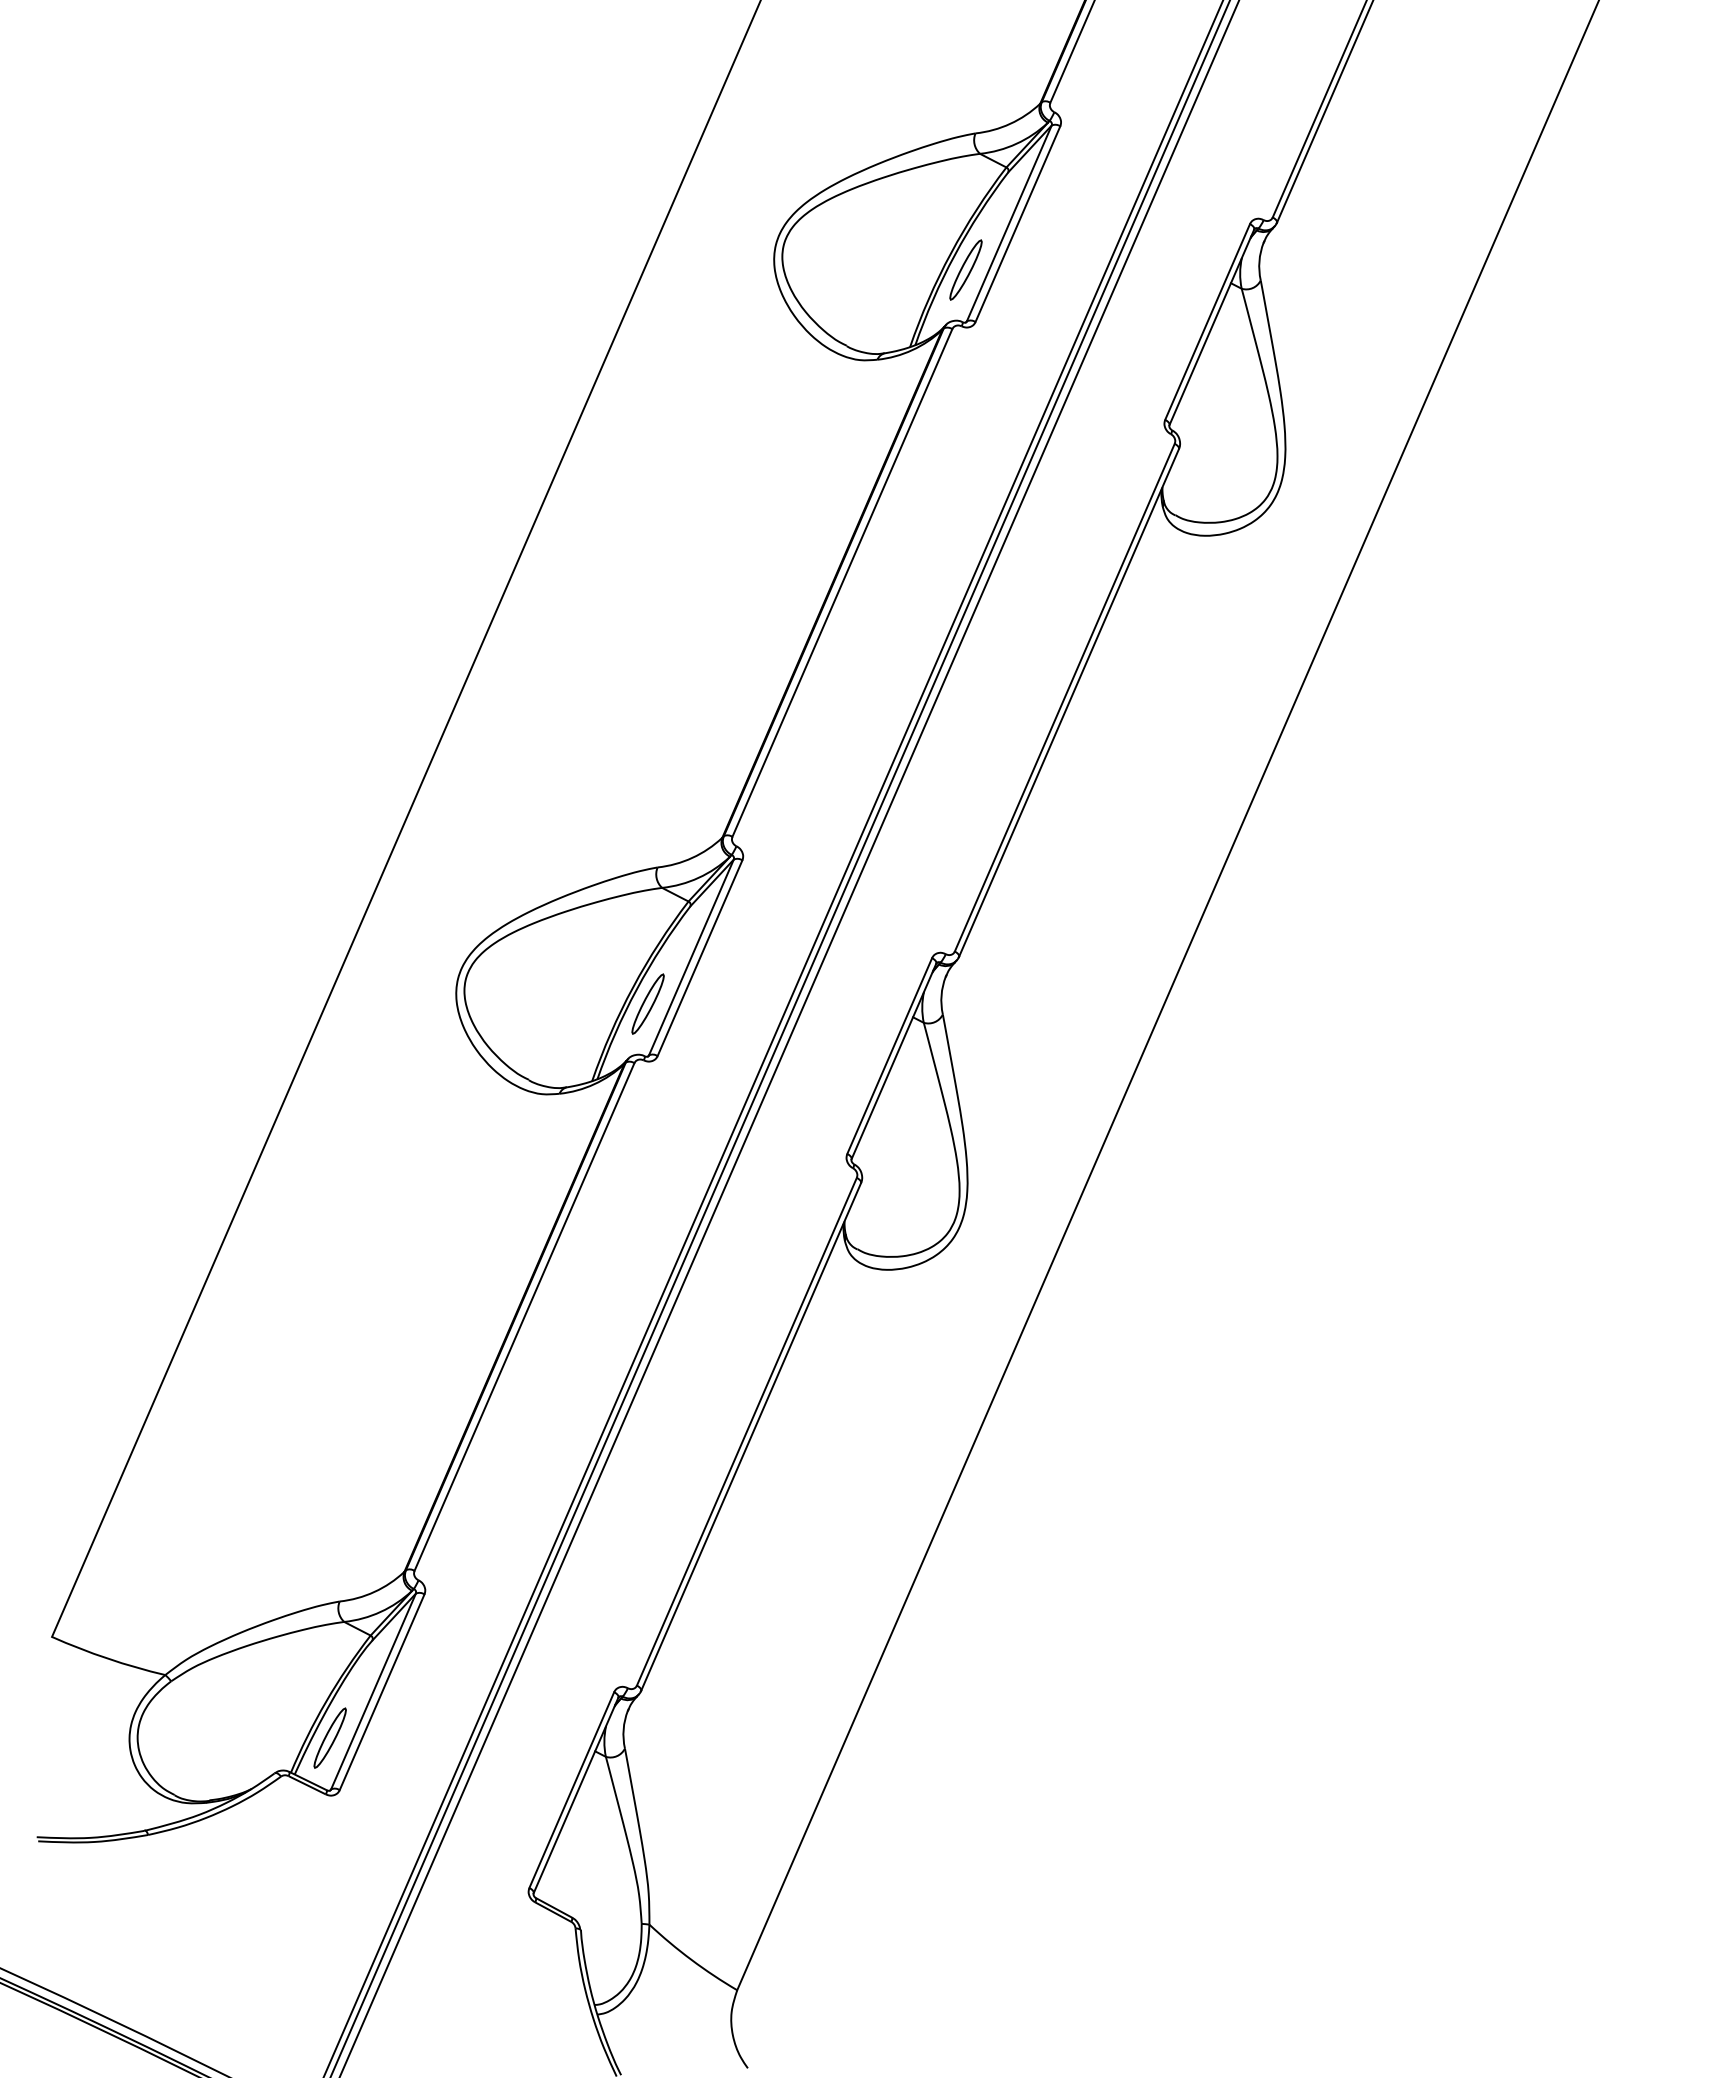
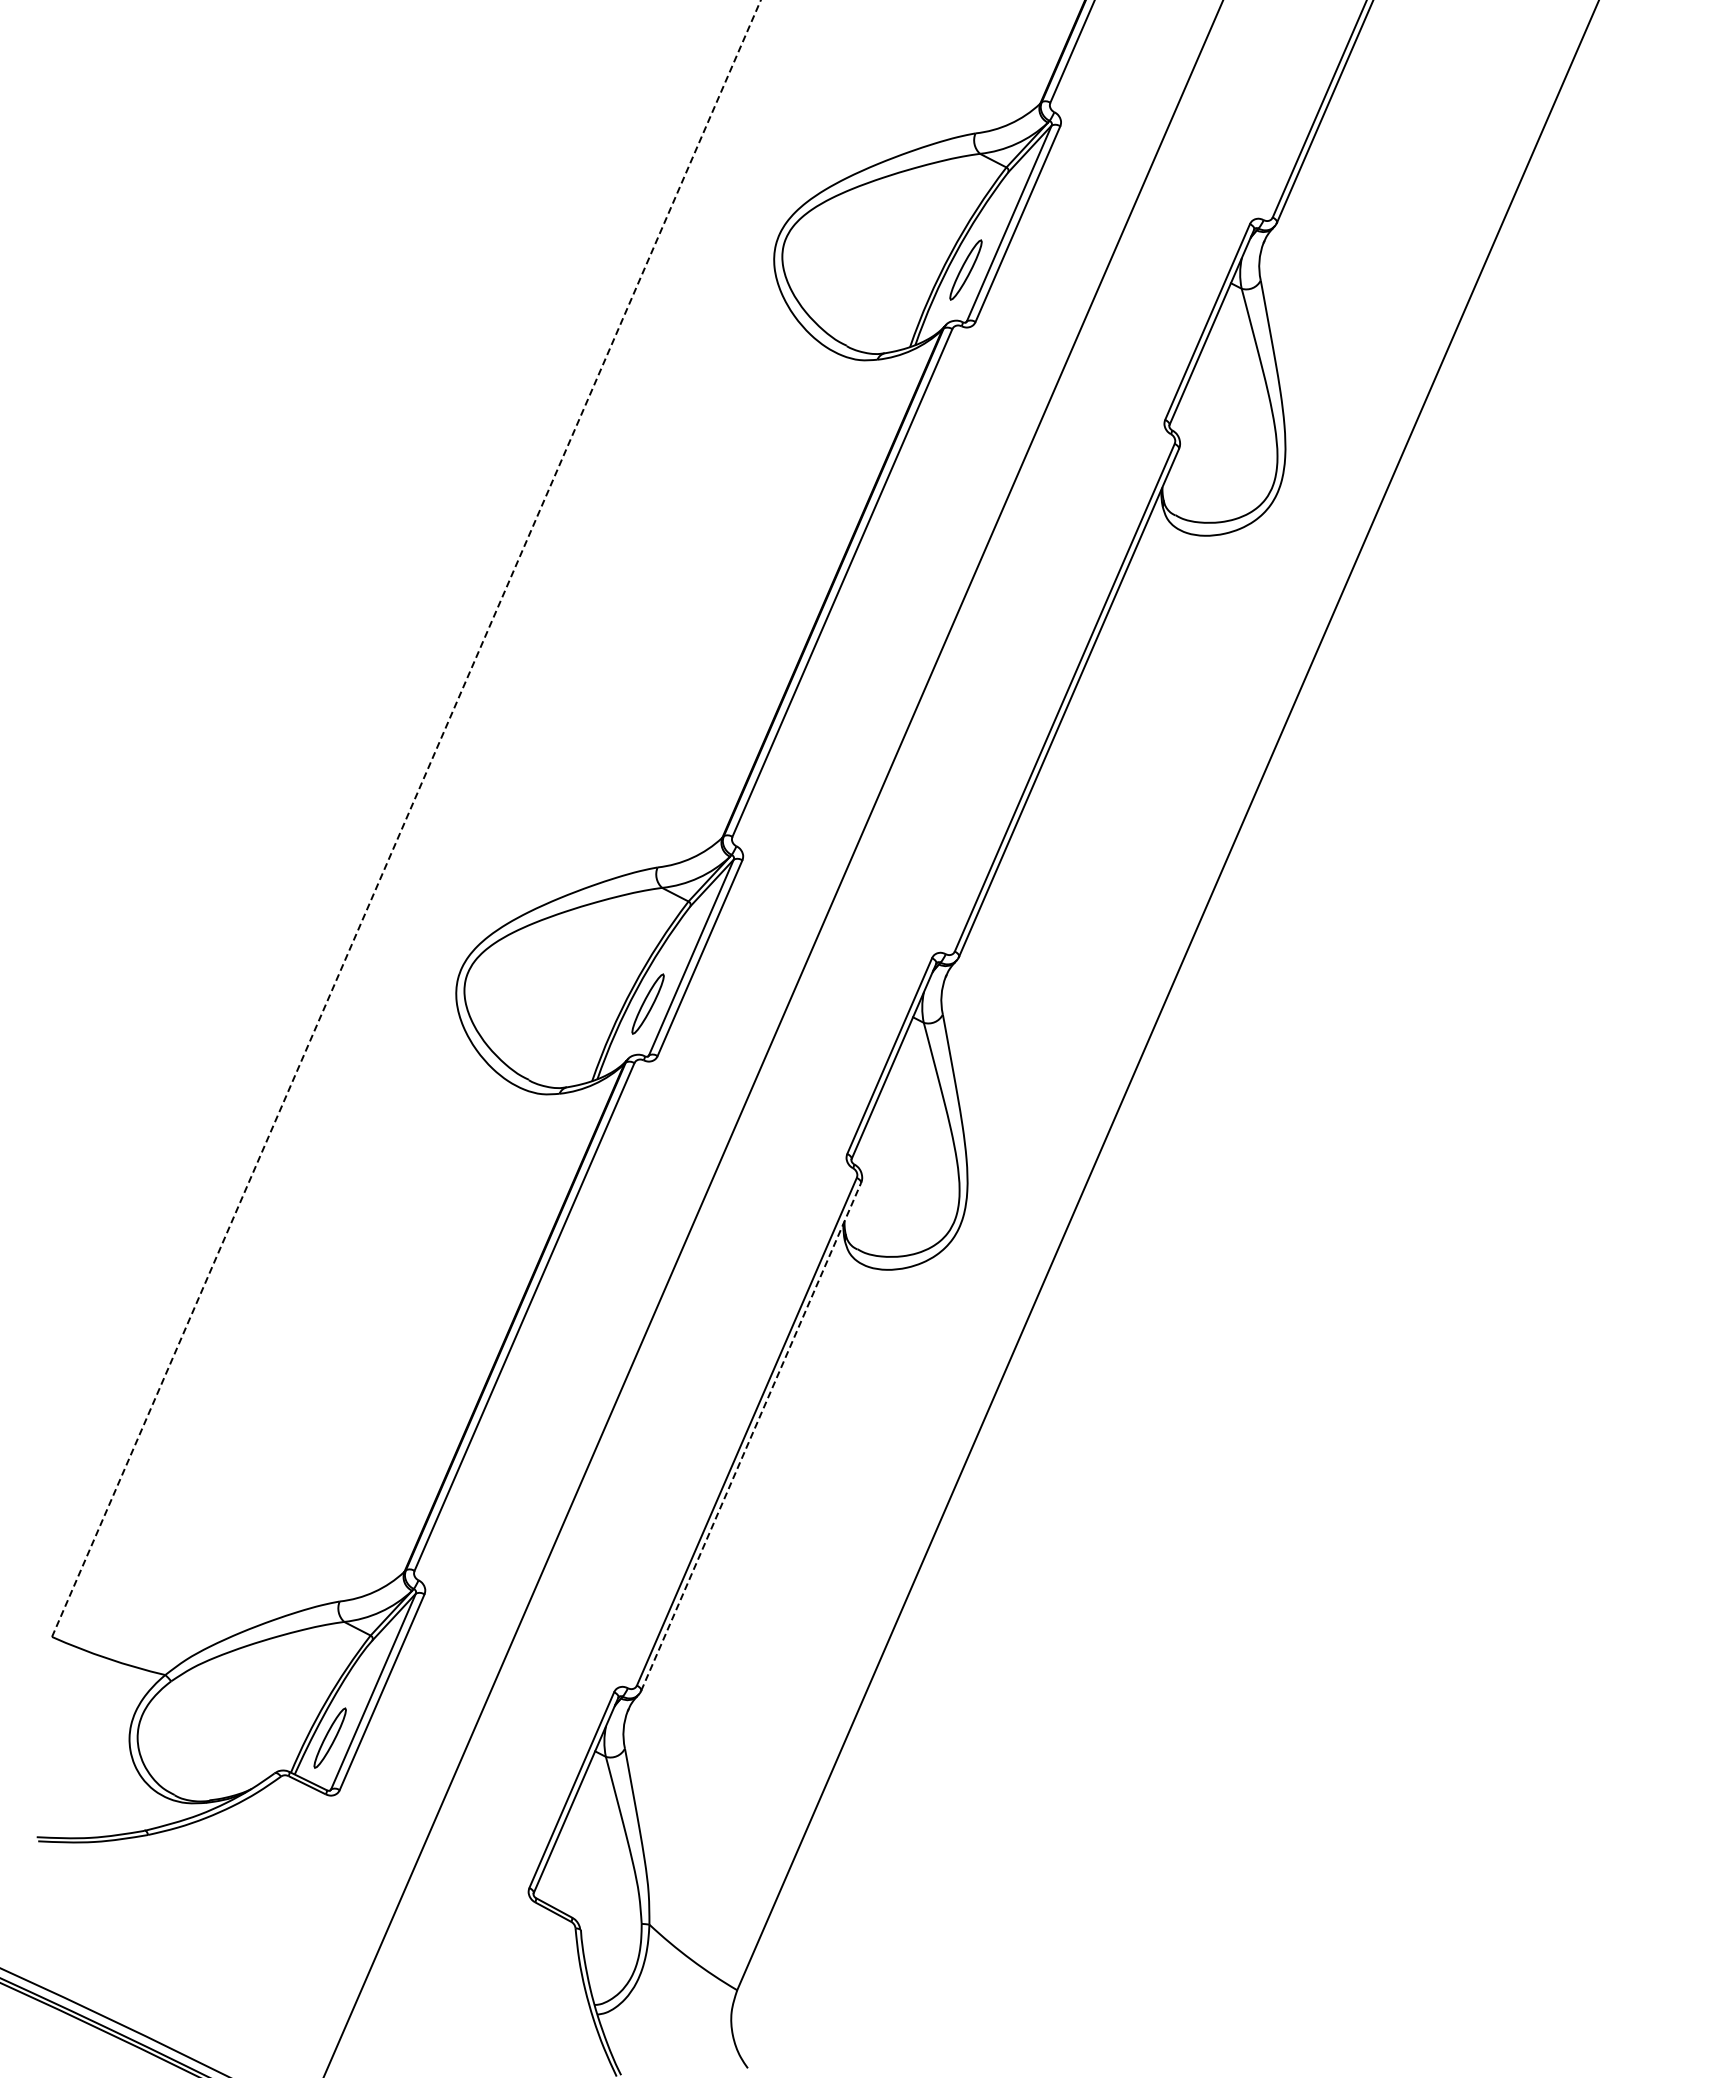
line at (406, 818): solid -> dashed
line at (780, 1038): present -> none
line at (789, 1038): present -> none
line at (751, 1437): solid -> dashed
